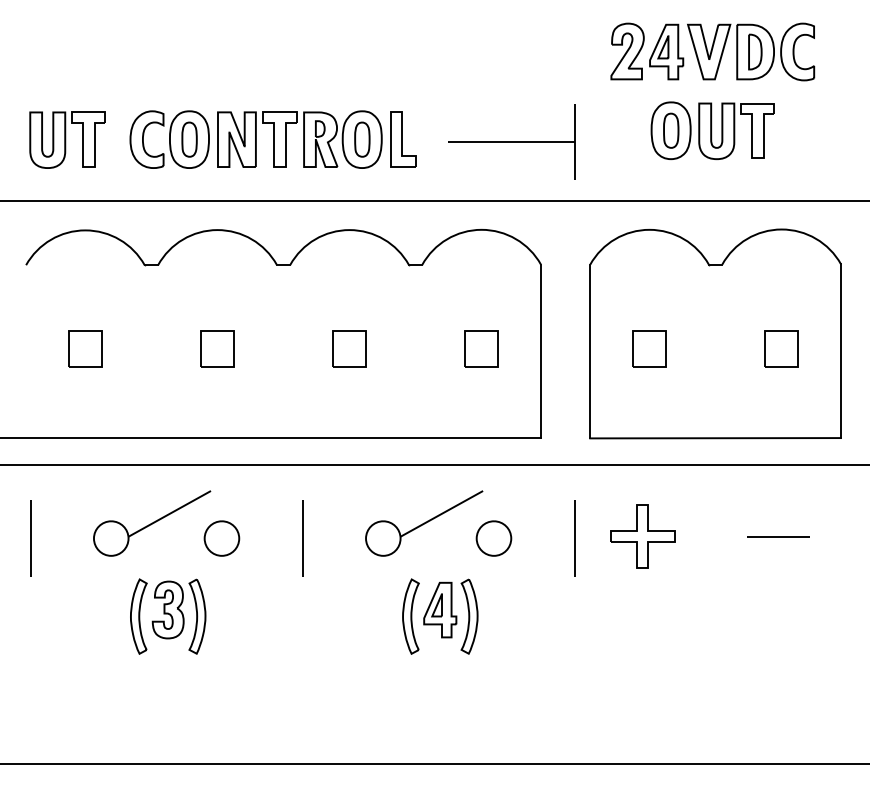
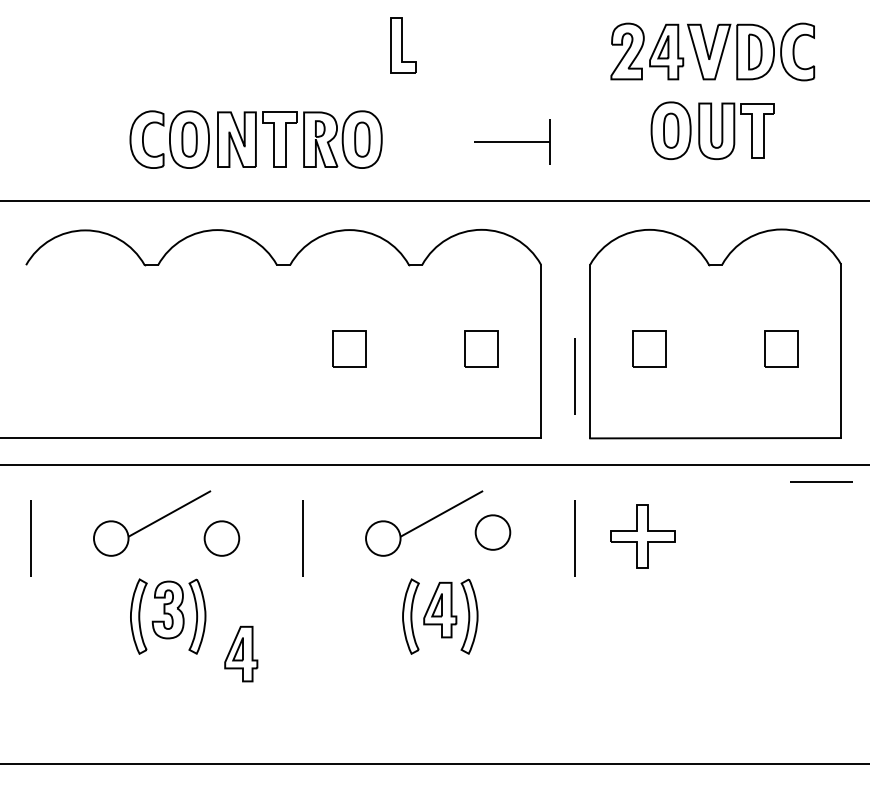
part at (67, 139): present -> none
part at (403, 139) position: (403, 139) -> (403, 45)
part at (511, 141) size: 128x76 px -> 77x46 px
part at (85, 348): present -> none
part at (217, 348): present -> none
line at (574, 376): none -> present
line at (778, 536) position: (778, 536) -> (821, 481)
part at (493, 538) position: (493, 538) -> (492, 532)
part at (241, 653): none -> present
